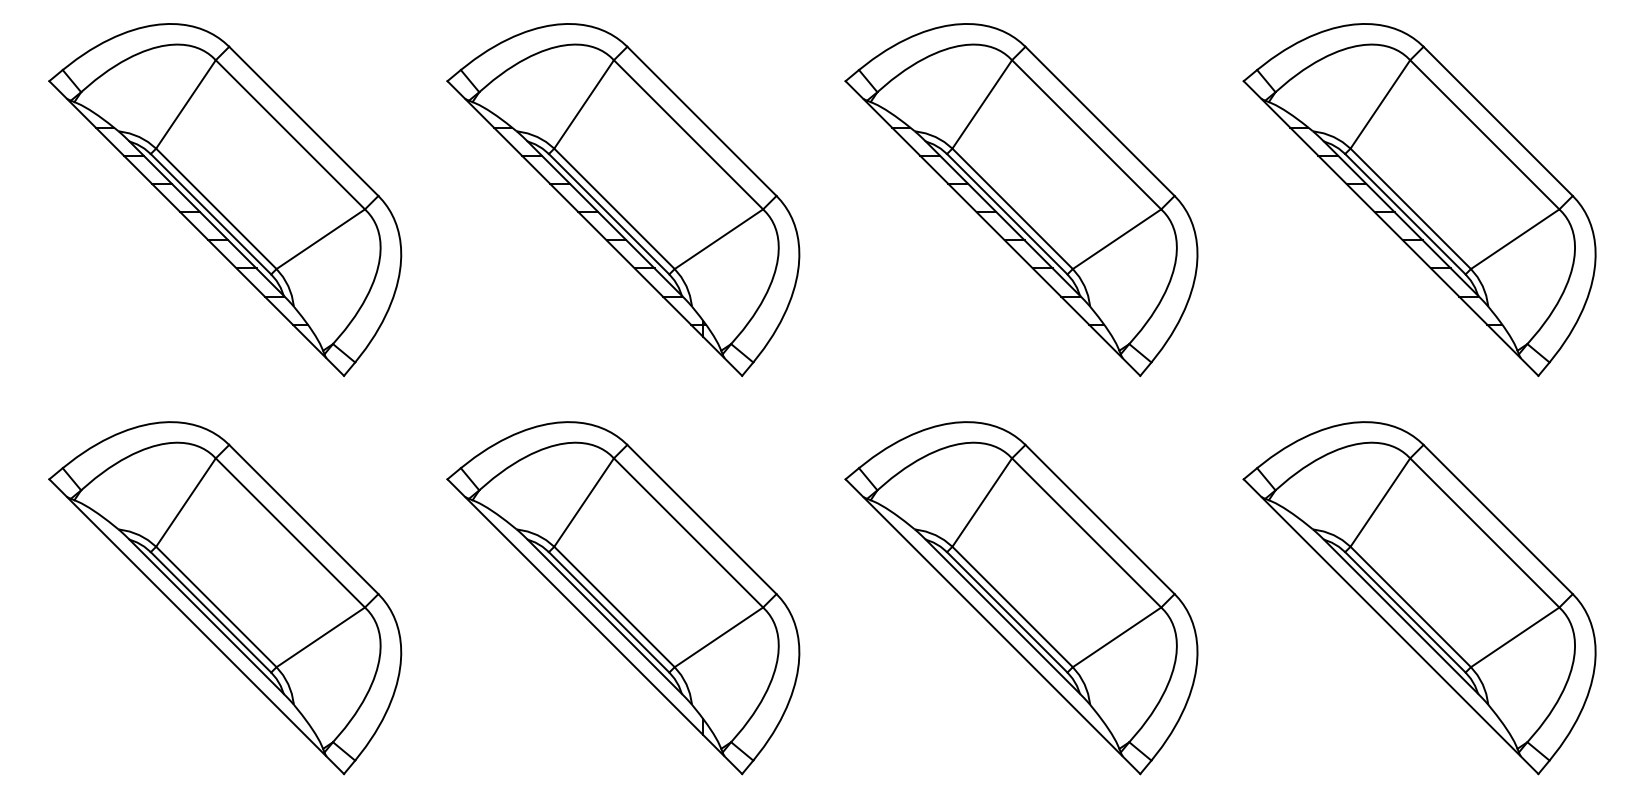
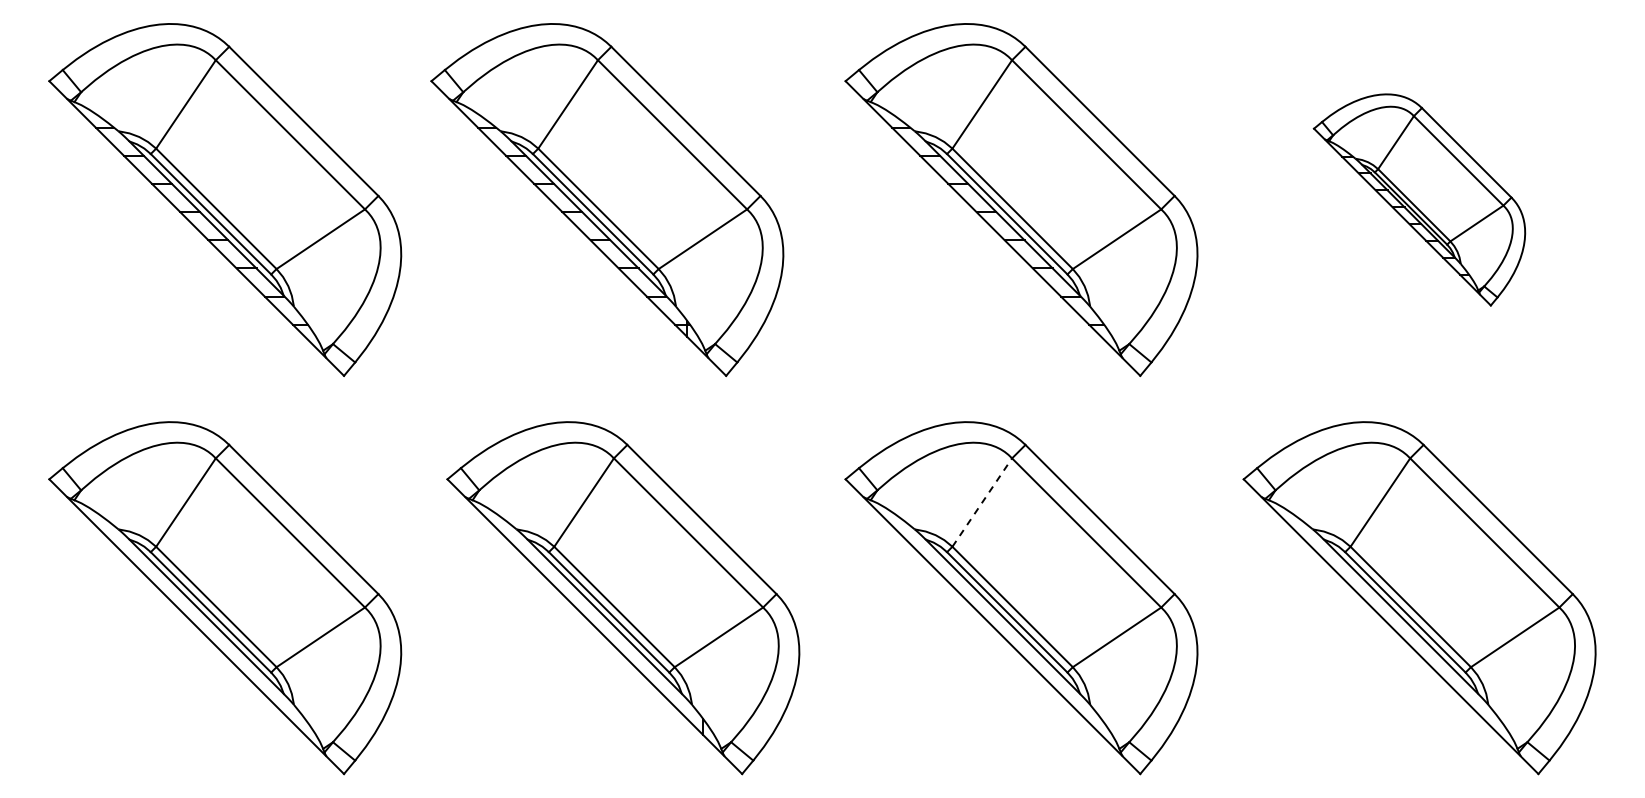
part at (623, 199) position: (623, 199) -> (607, 199)
part at (1419, 199) size: 355x354 px -> 215x214 px
line at (982, 502): solid -> dashed
